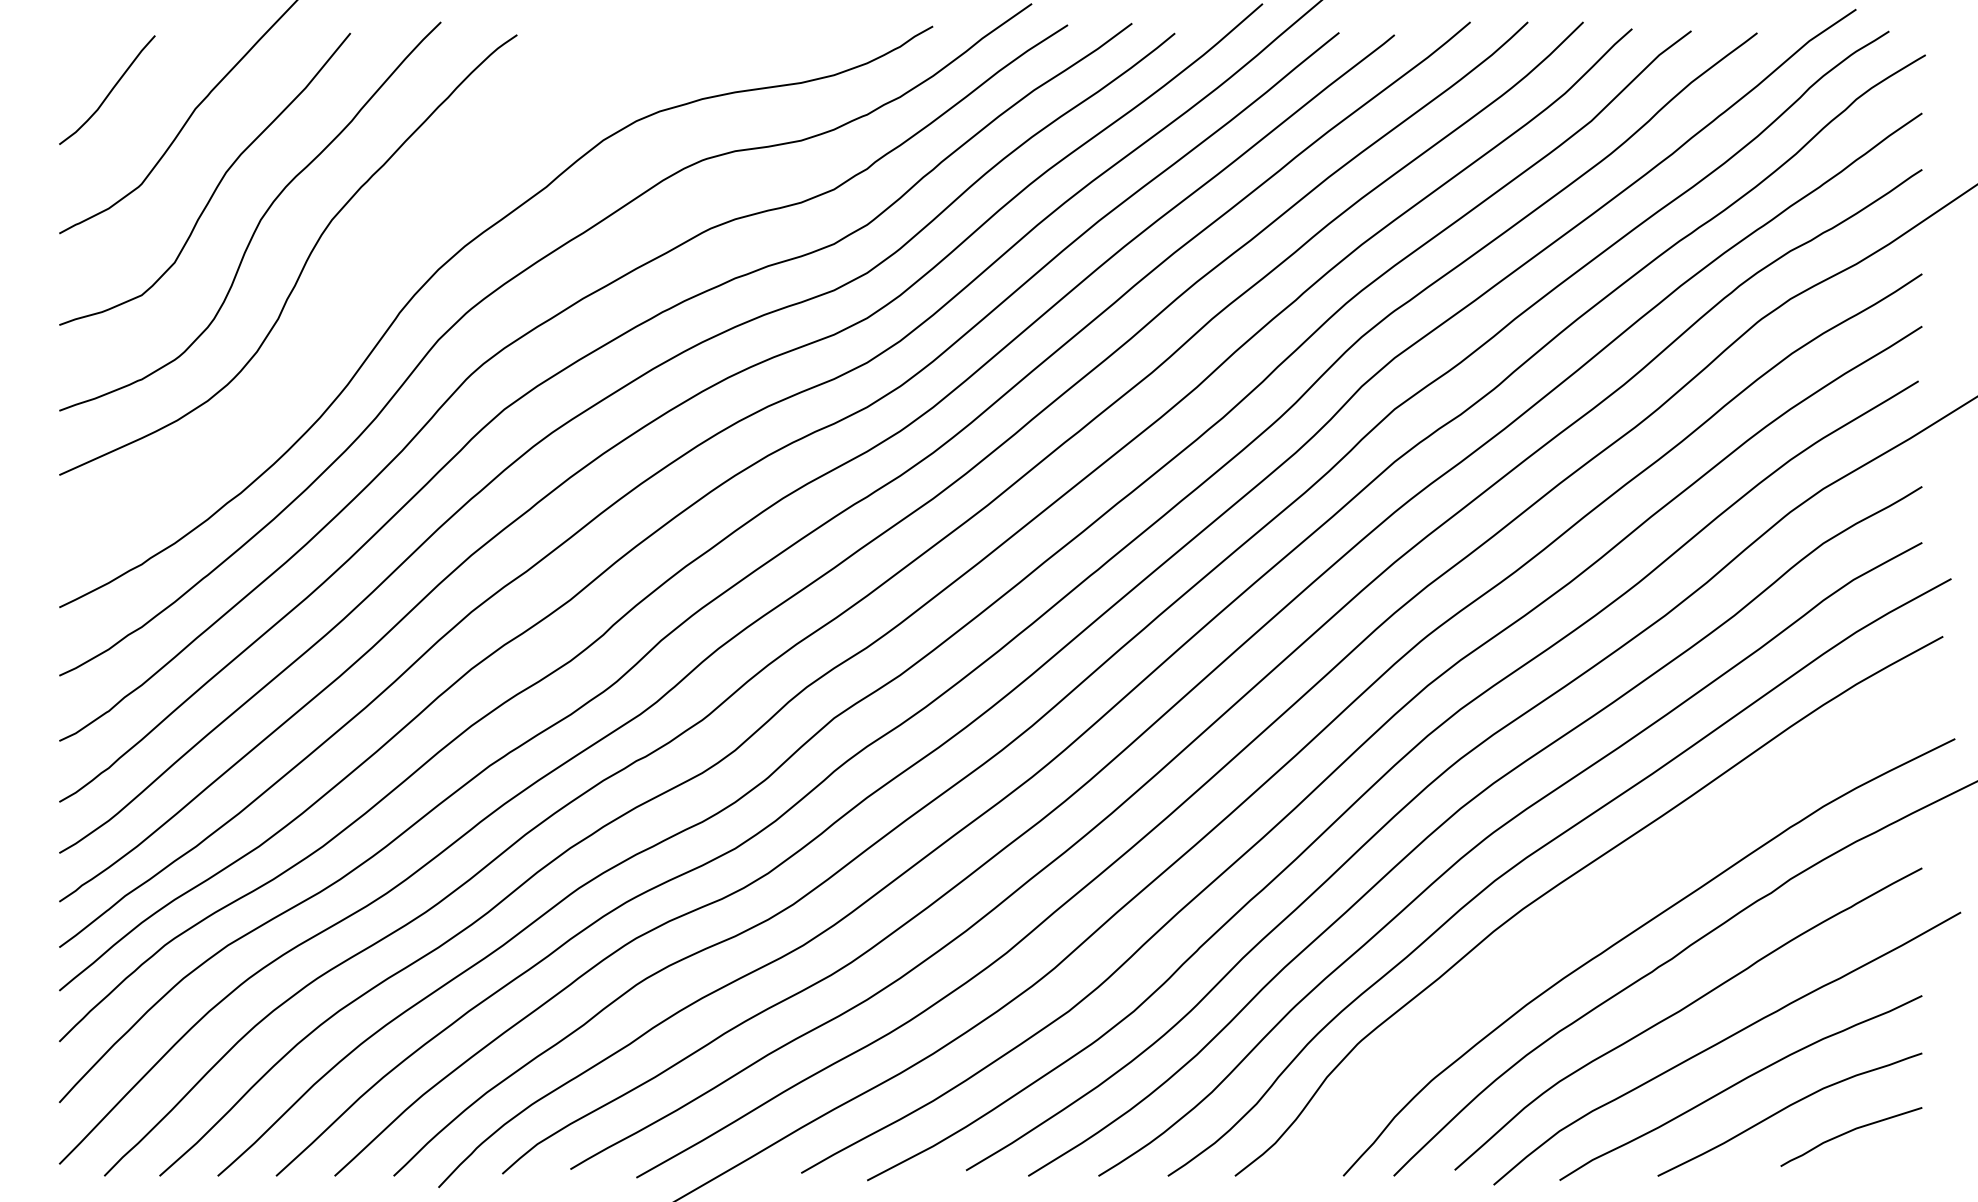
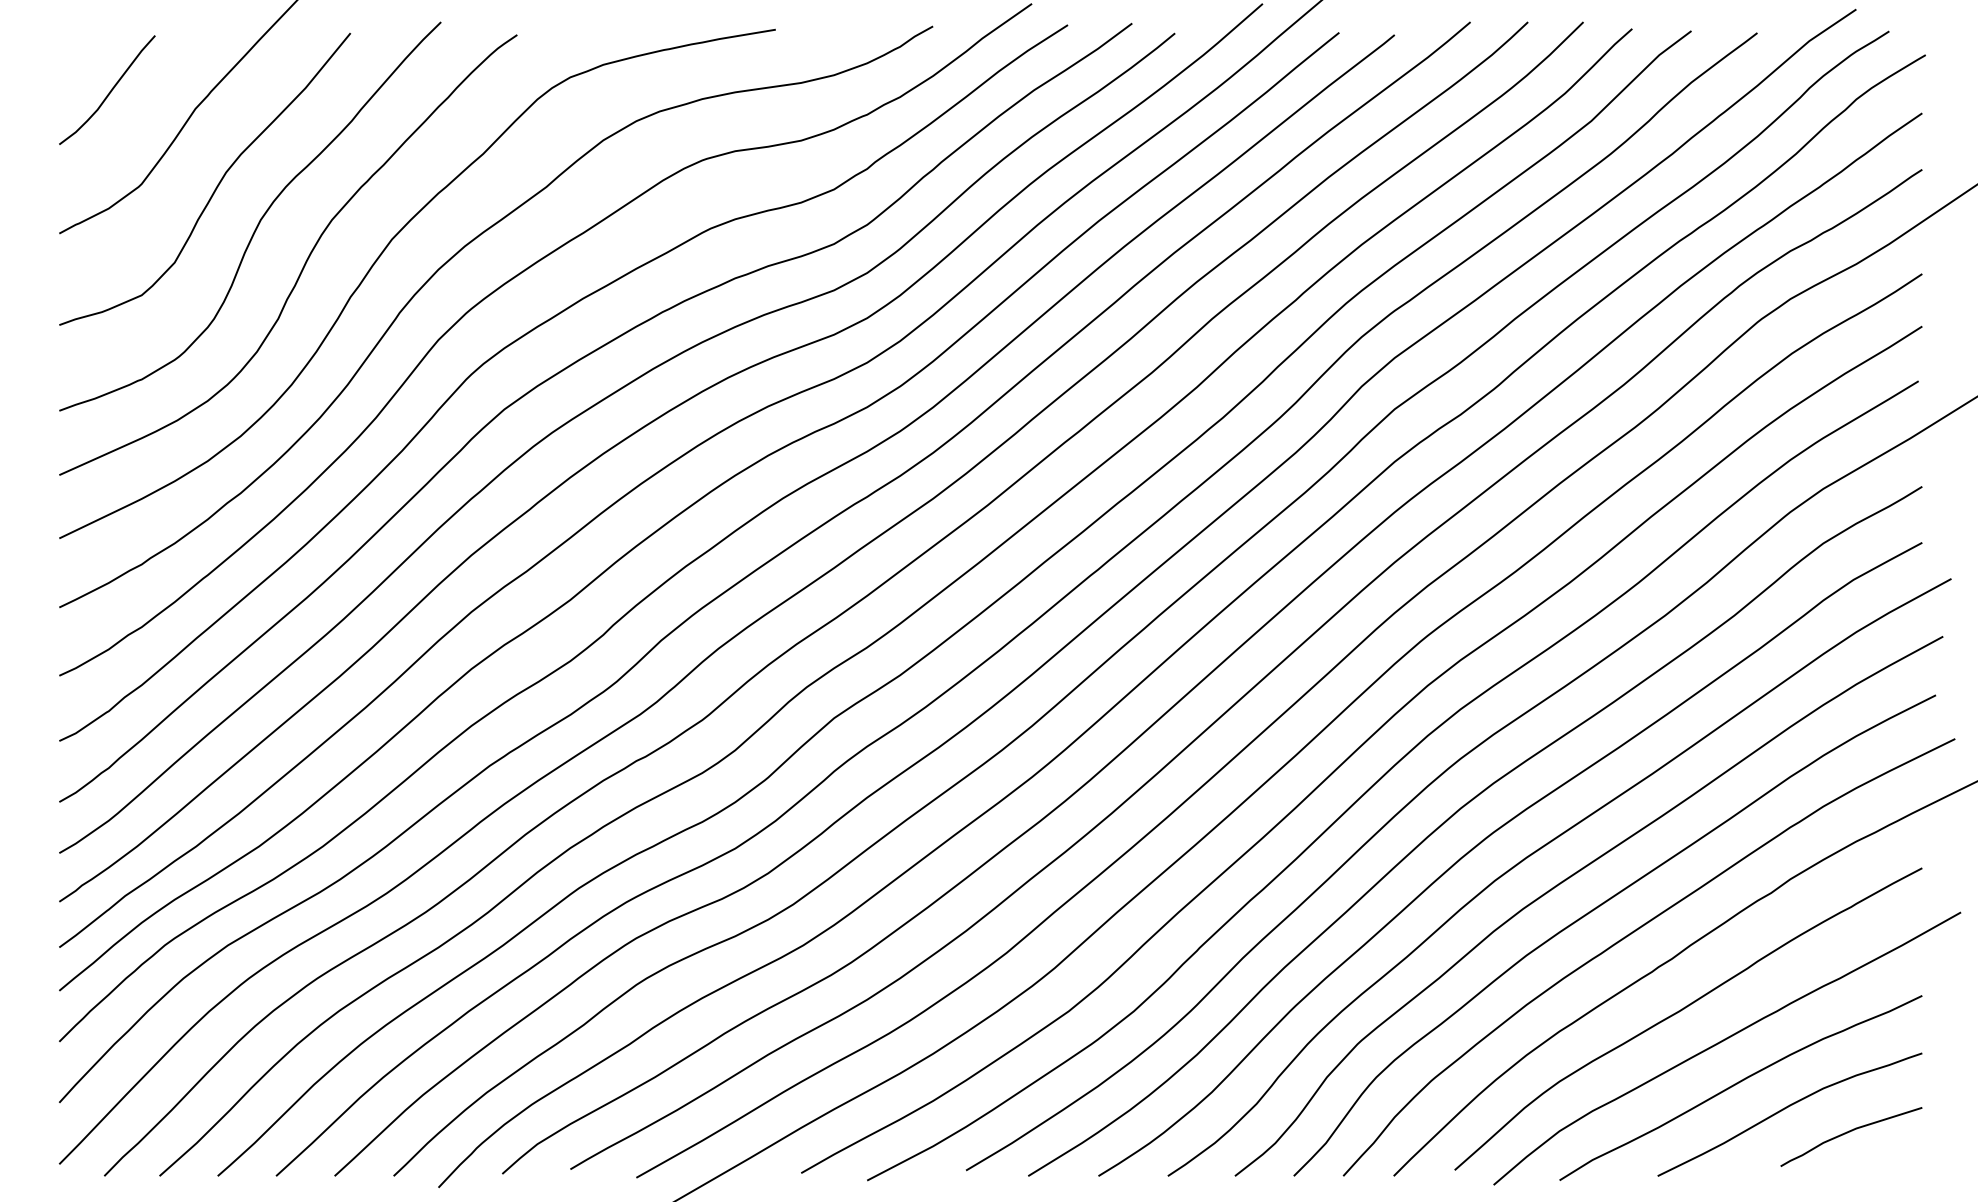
curve at (382, 254): none -> present
curve at (1597, 908): none -> present
